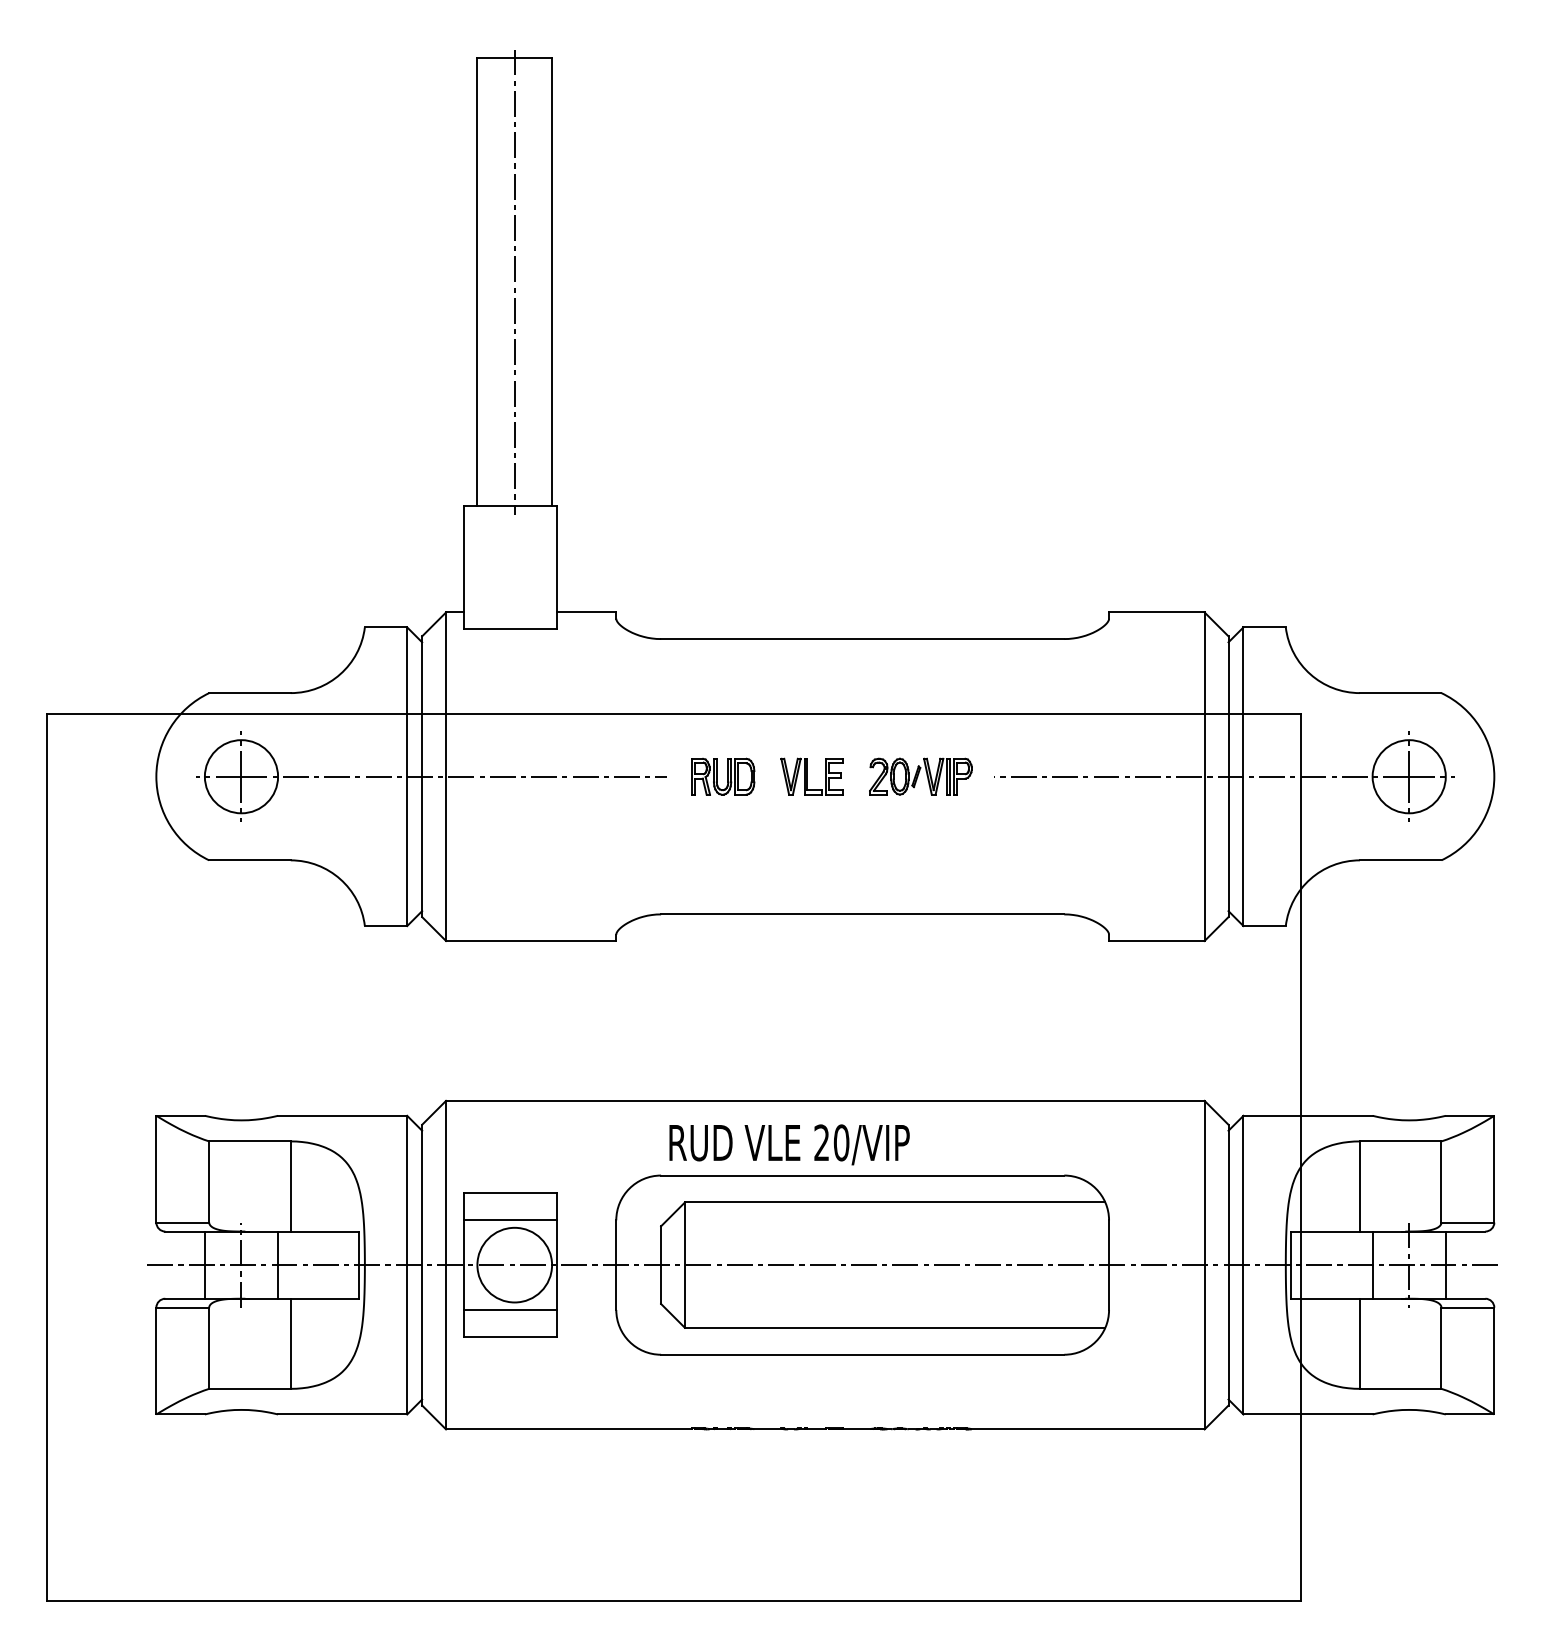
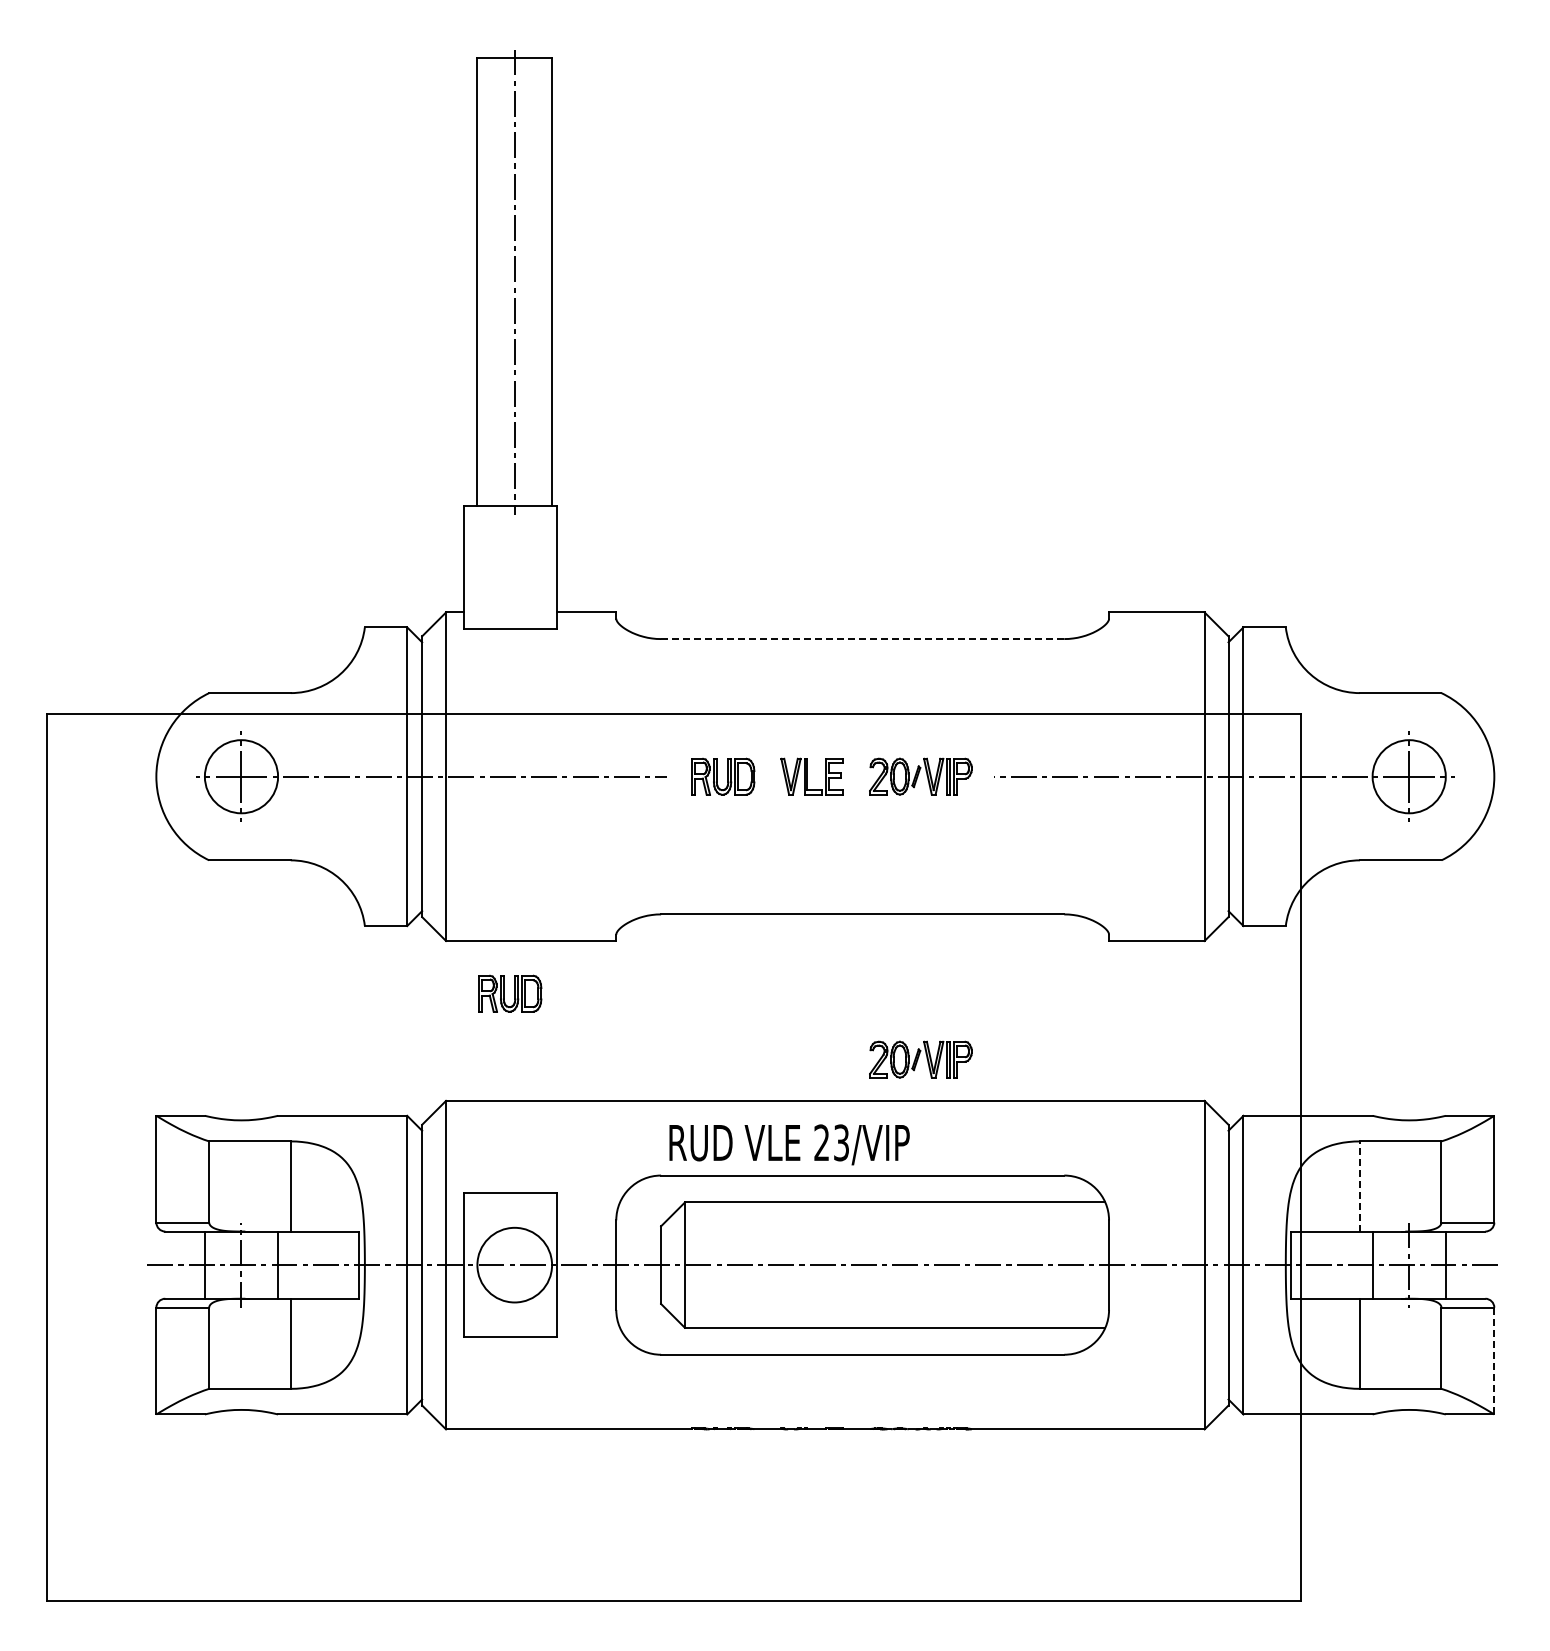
line at (862, 639): solid -> dashed
part at (510, 993): none -> present
part at (920, 1059): none -> present
text at (841, 1142): 20/VIP -> 23/VIP
line at (1359, 1185): solid -> dashed
line at (509, 1220): present -> none
line at (509, 1309): present -> none
line at (1494, 1360): solid -> dashed
